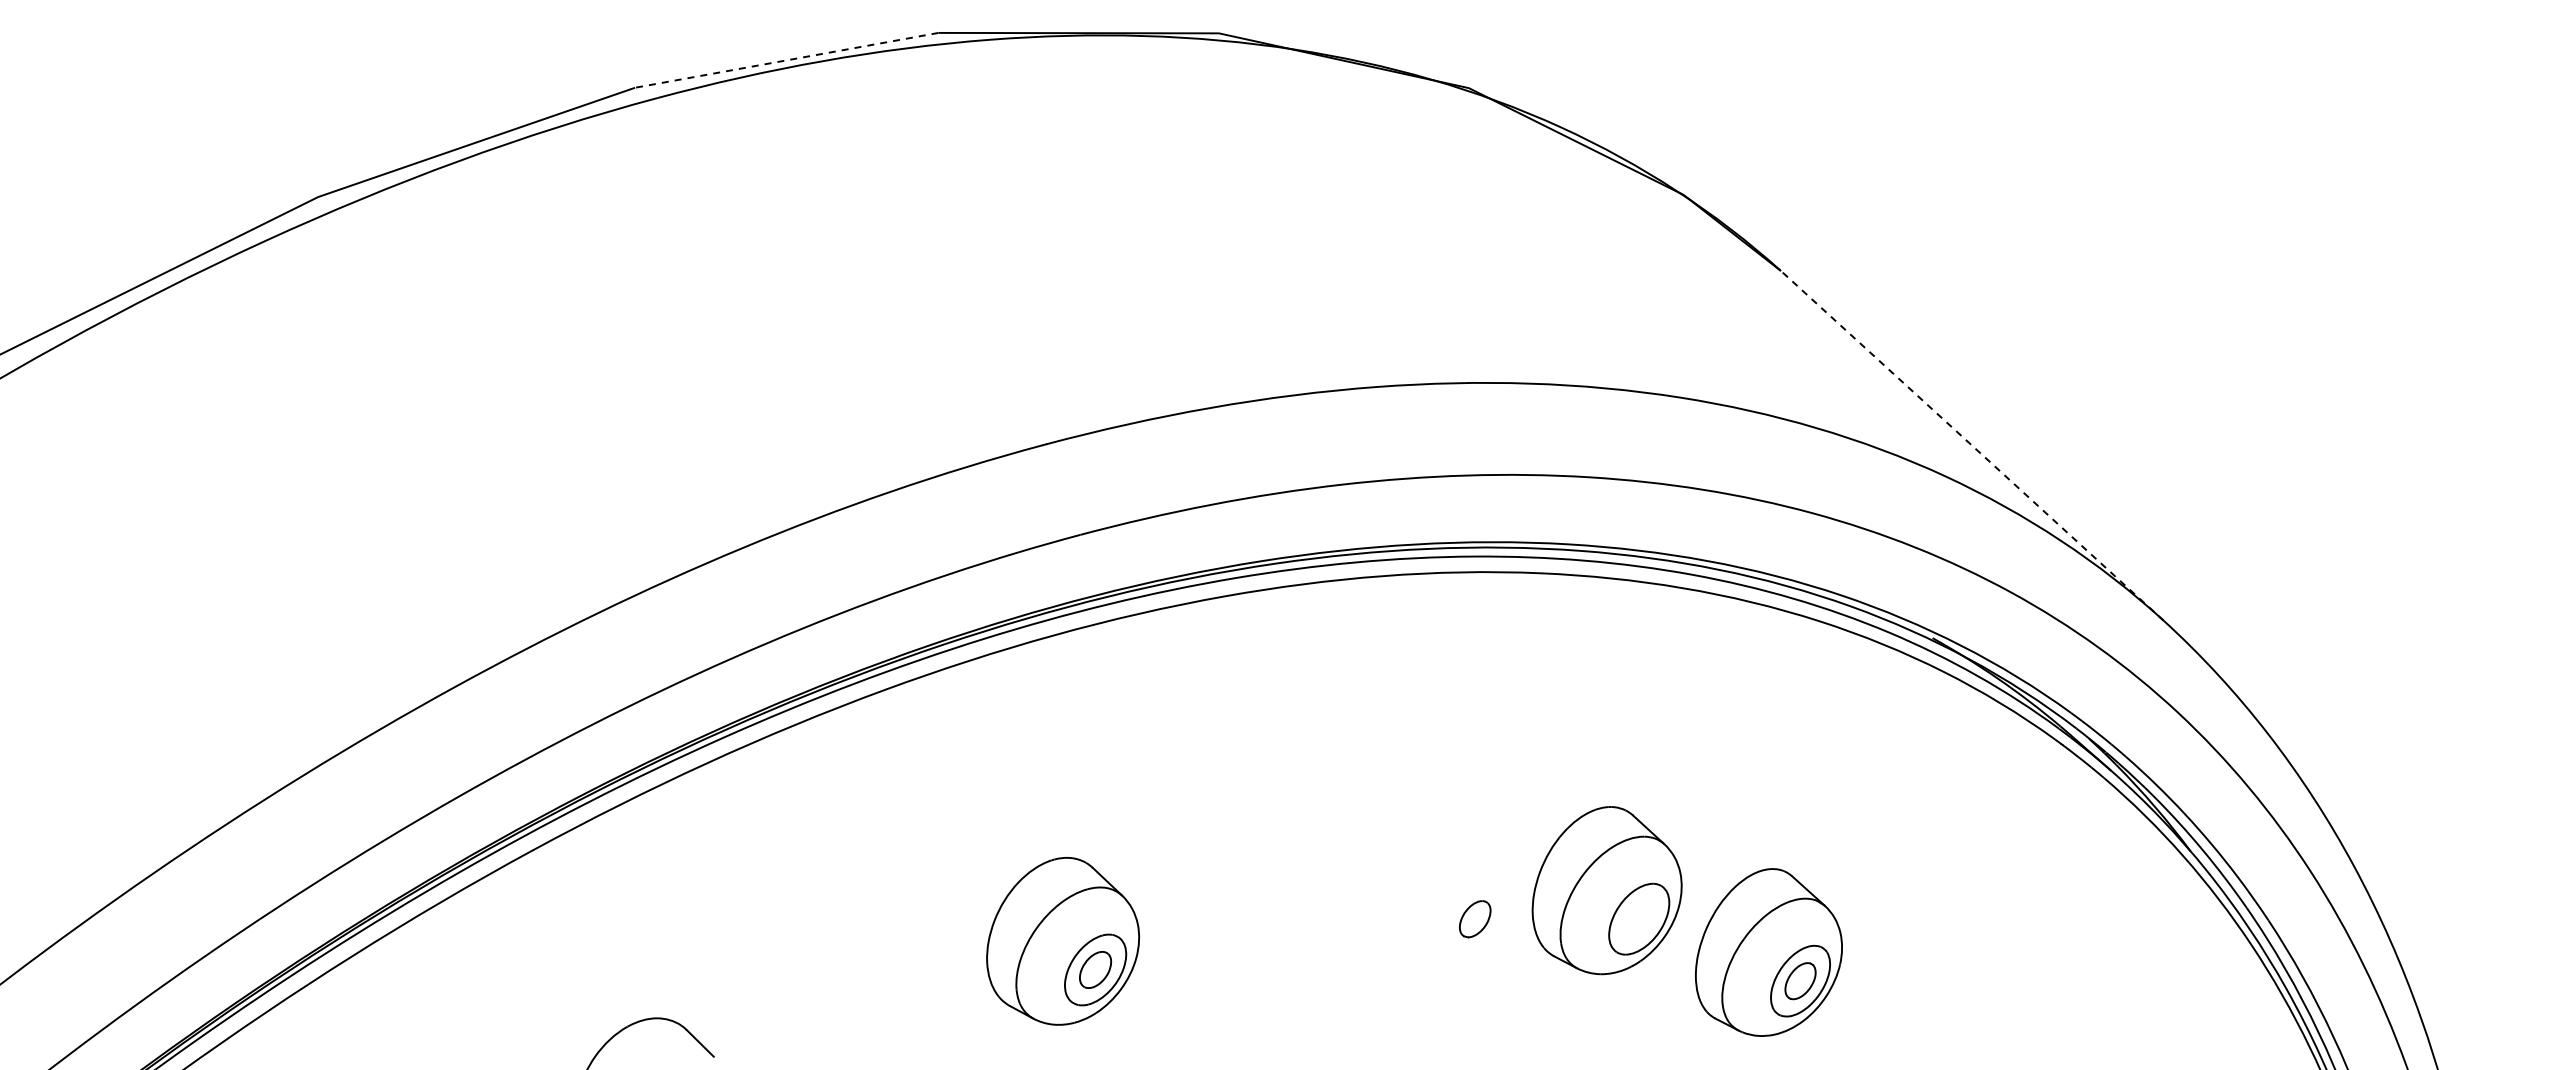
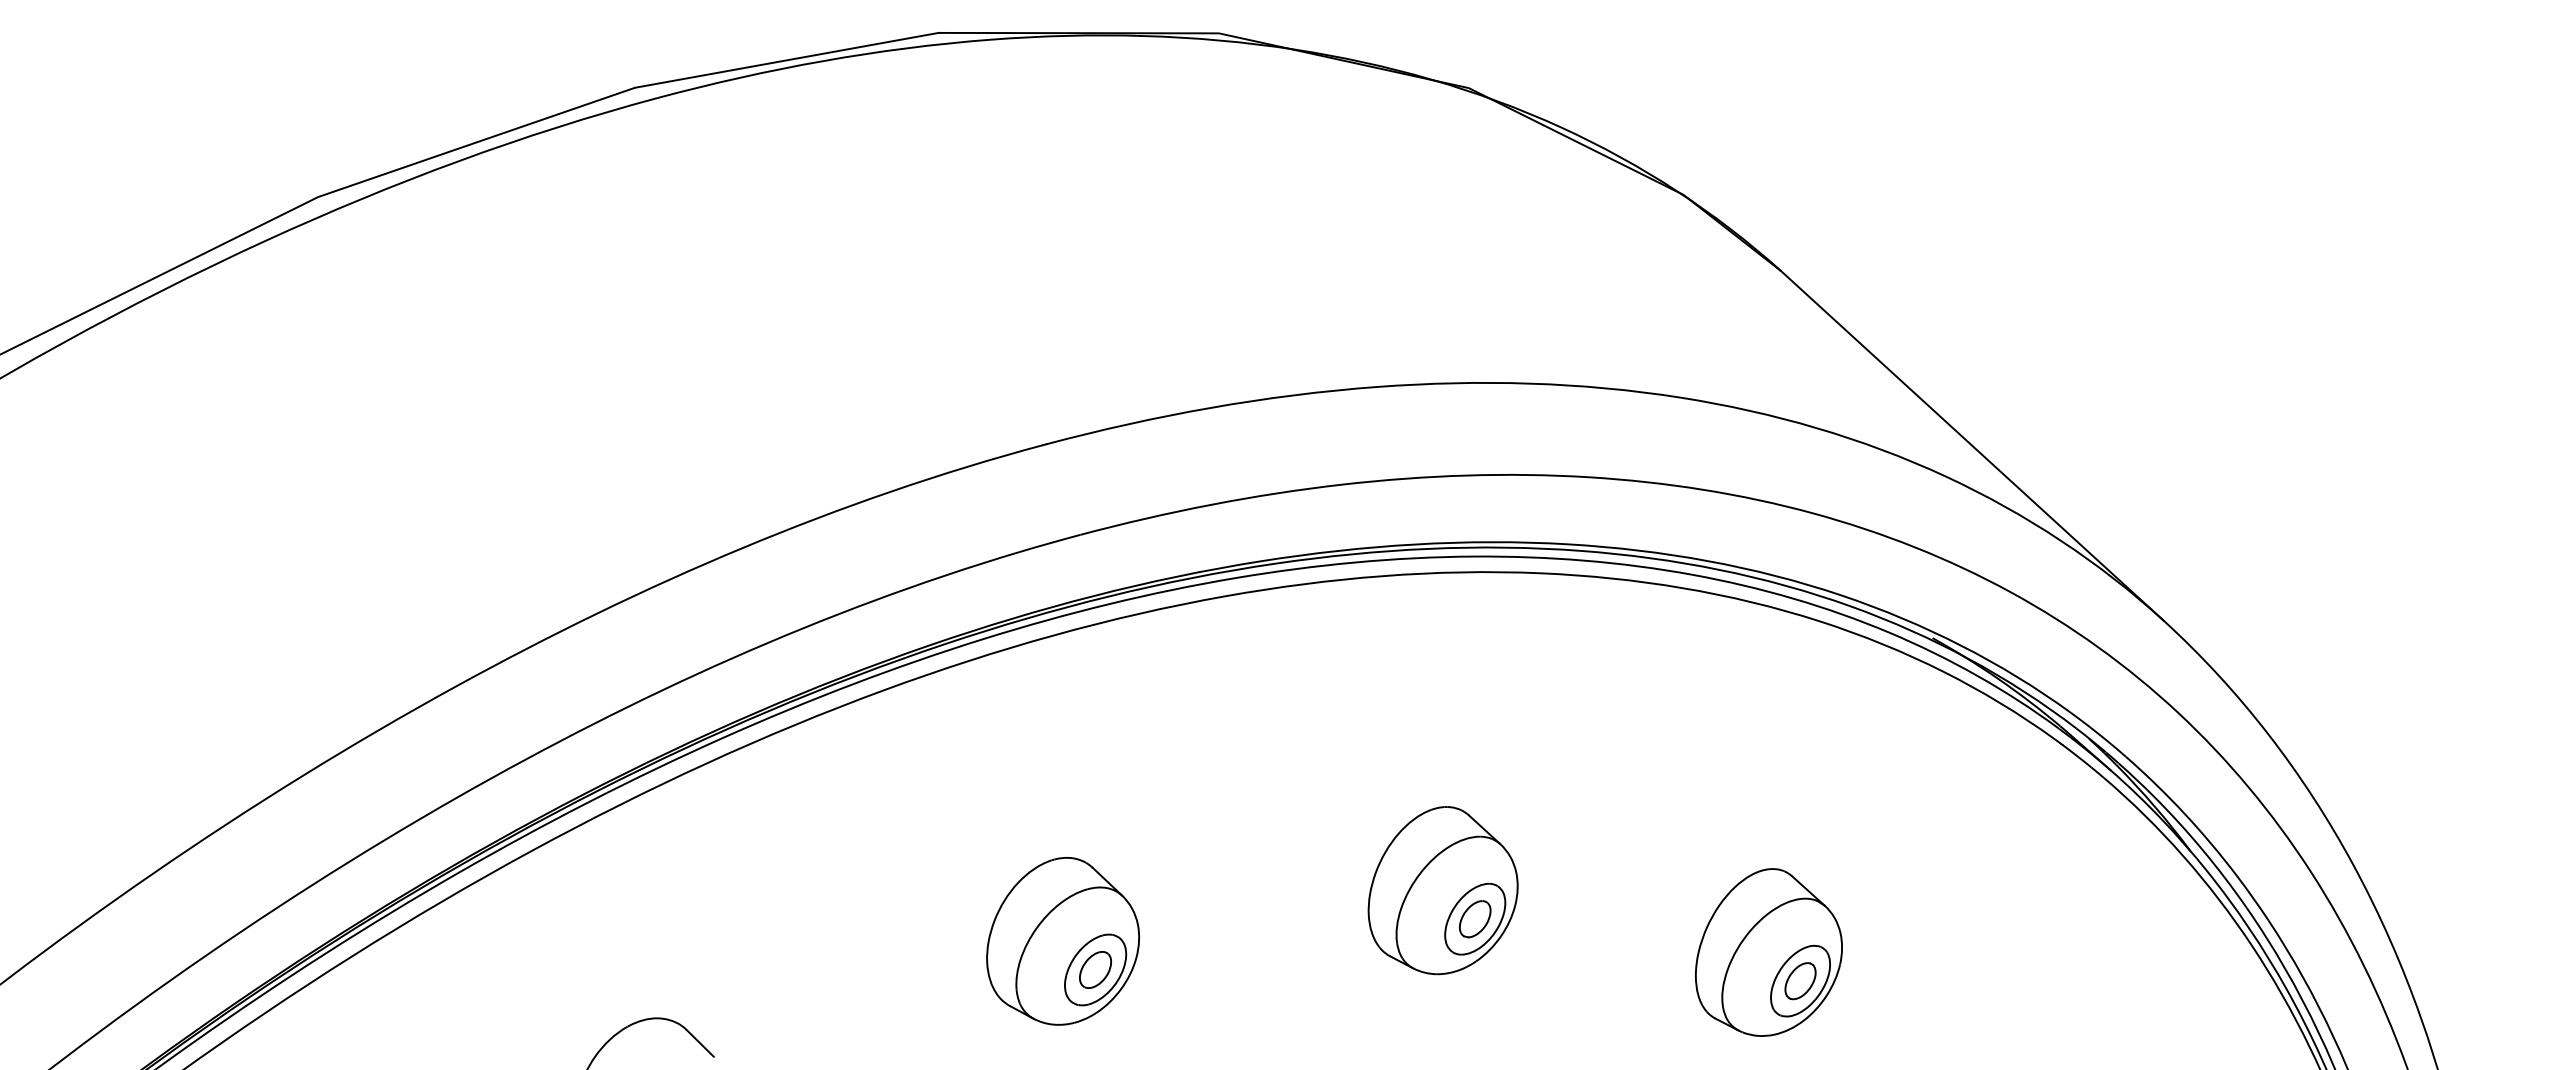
line at (786, 60): dashed -> solid
line at (1972, 445): dashed -> solid
part at (1606, 890) position: (1606, 890) -> (1442, 890)
